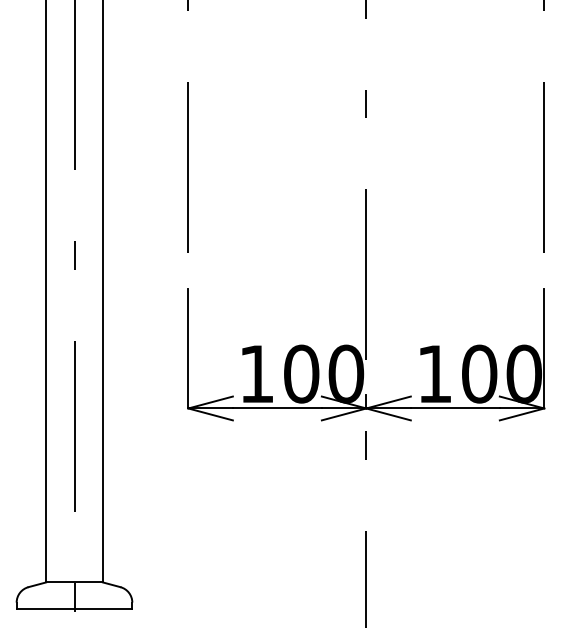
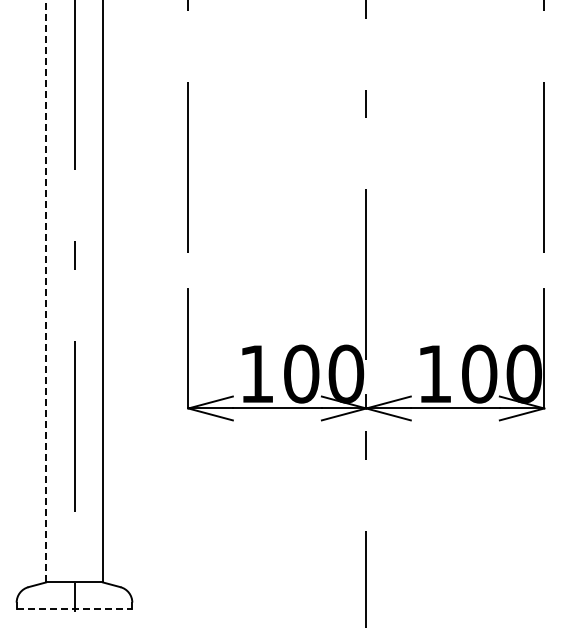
line at (46, 291): solid -> dashed
line at (74, 609): solid -> dashed
